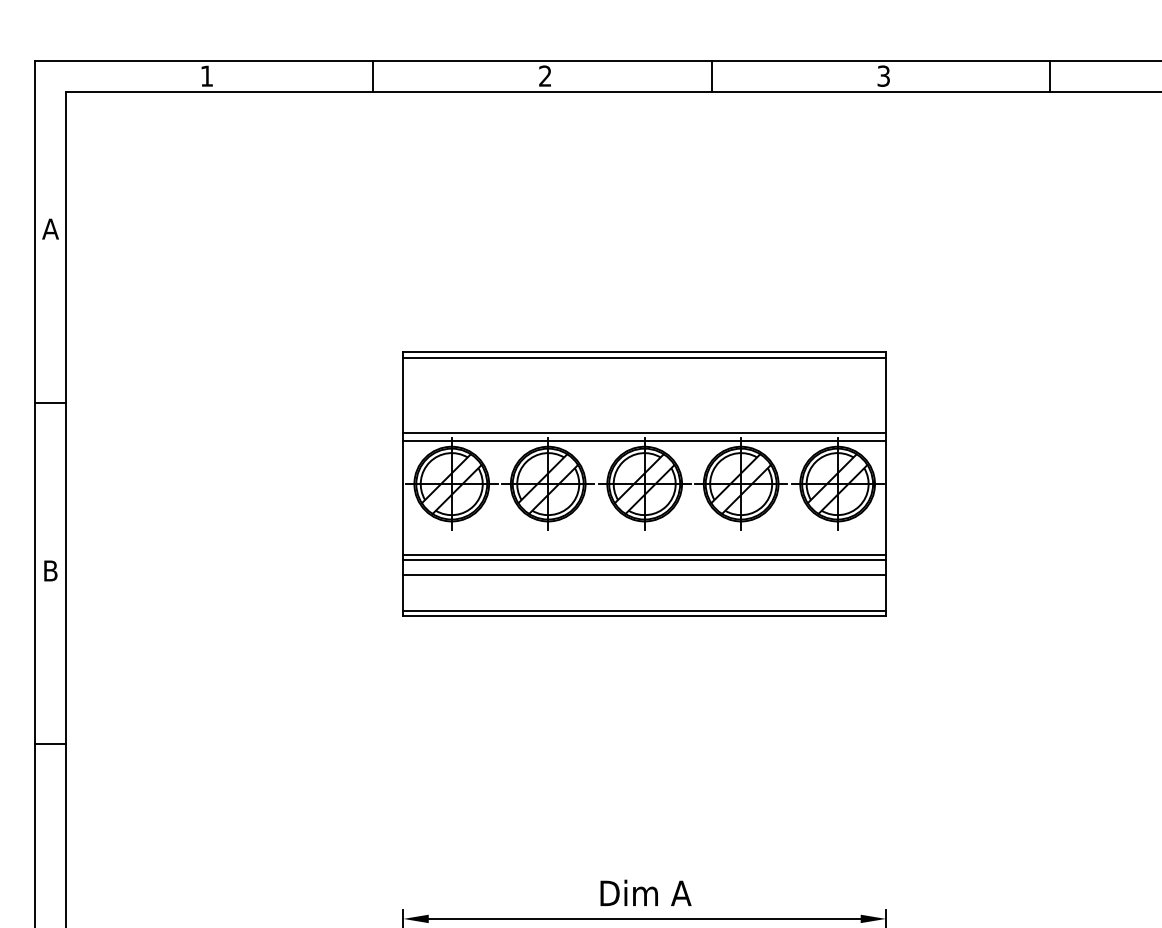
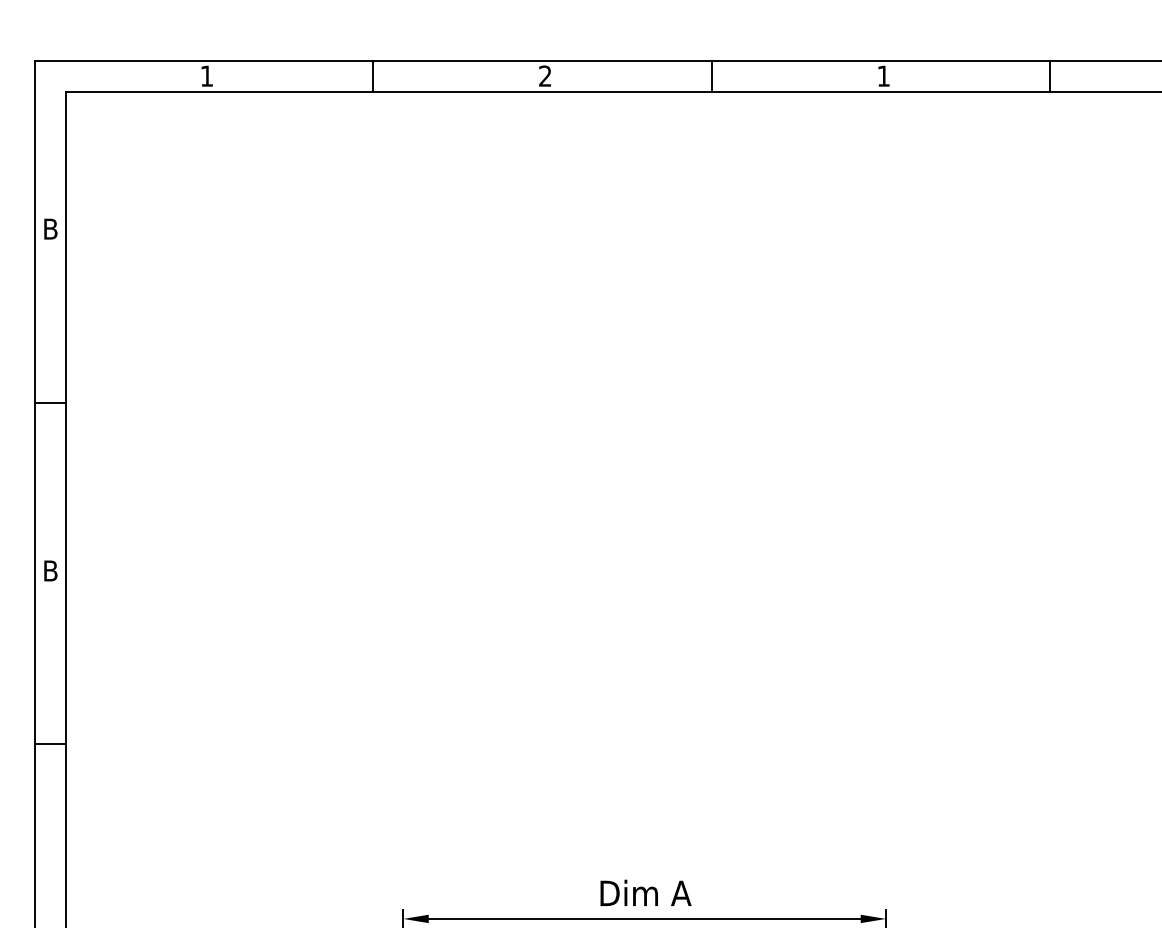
text at (883, 75): 3 -> 1
text at (50, 228): A -> B
part at (644, 483): present -> none
